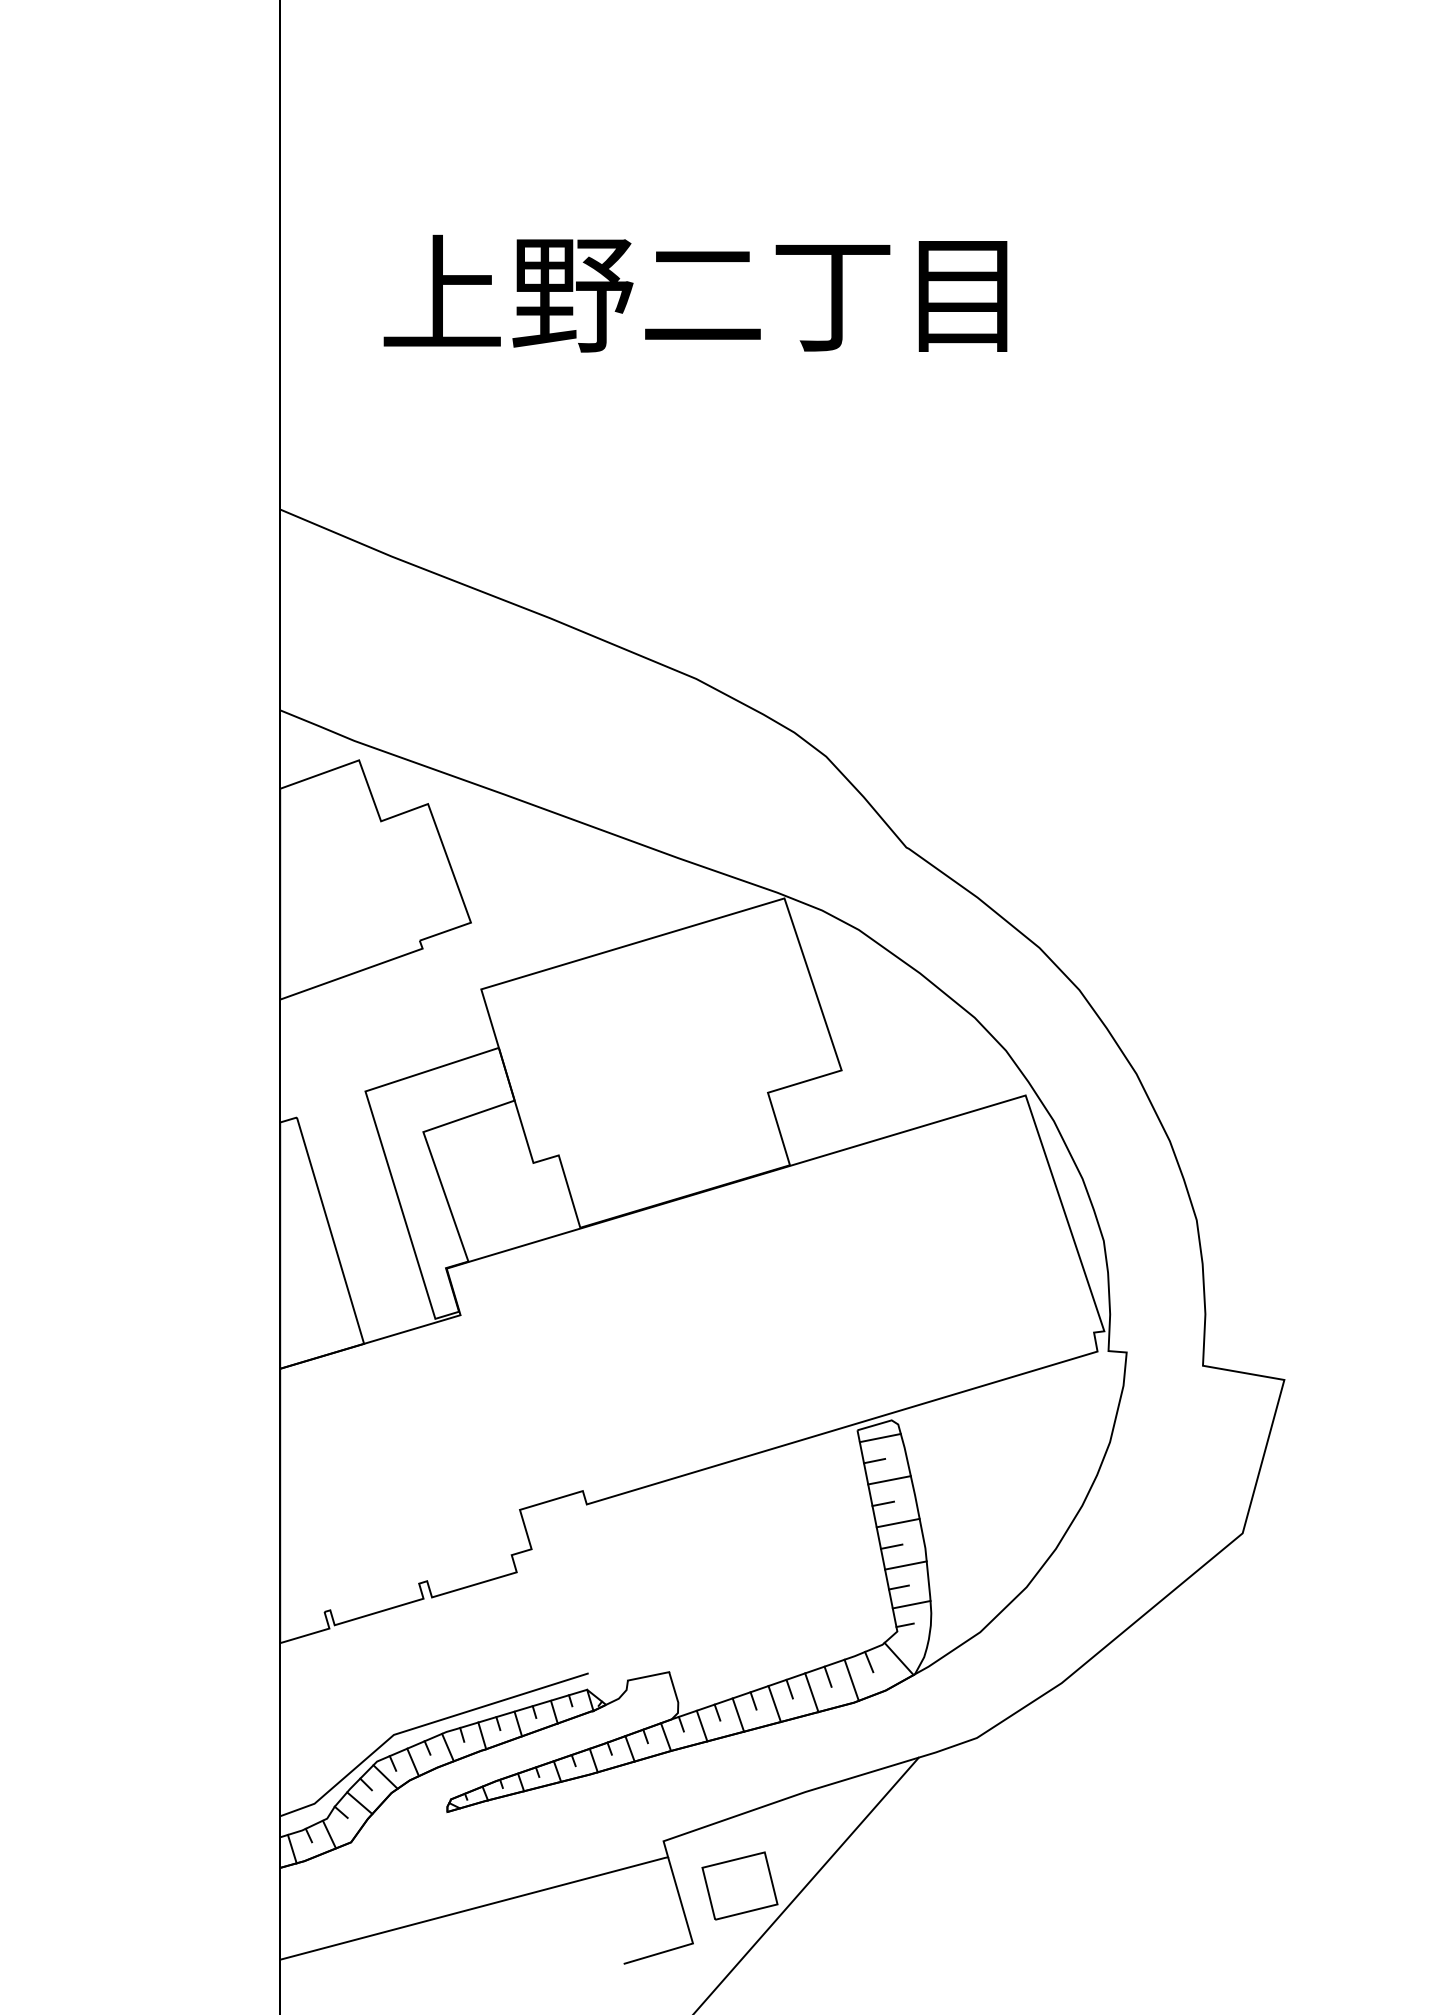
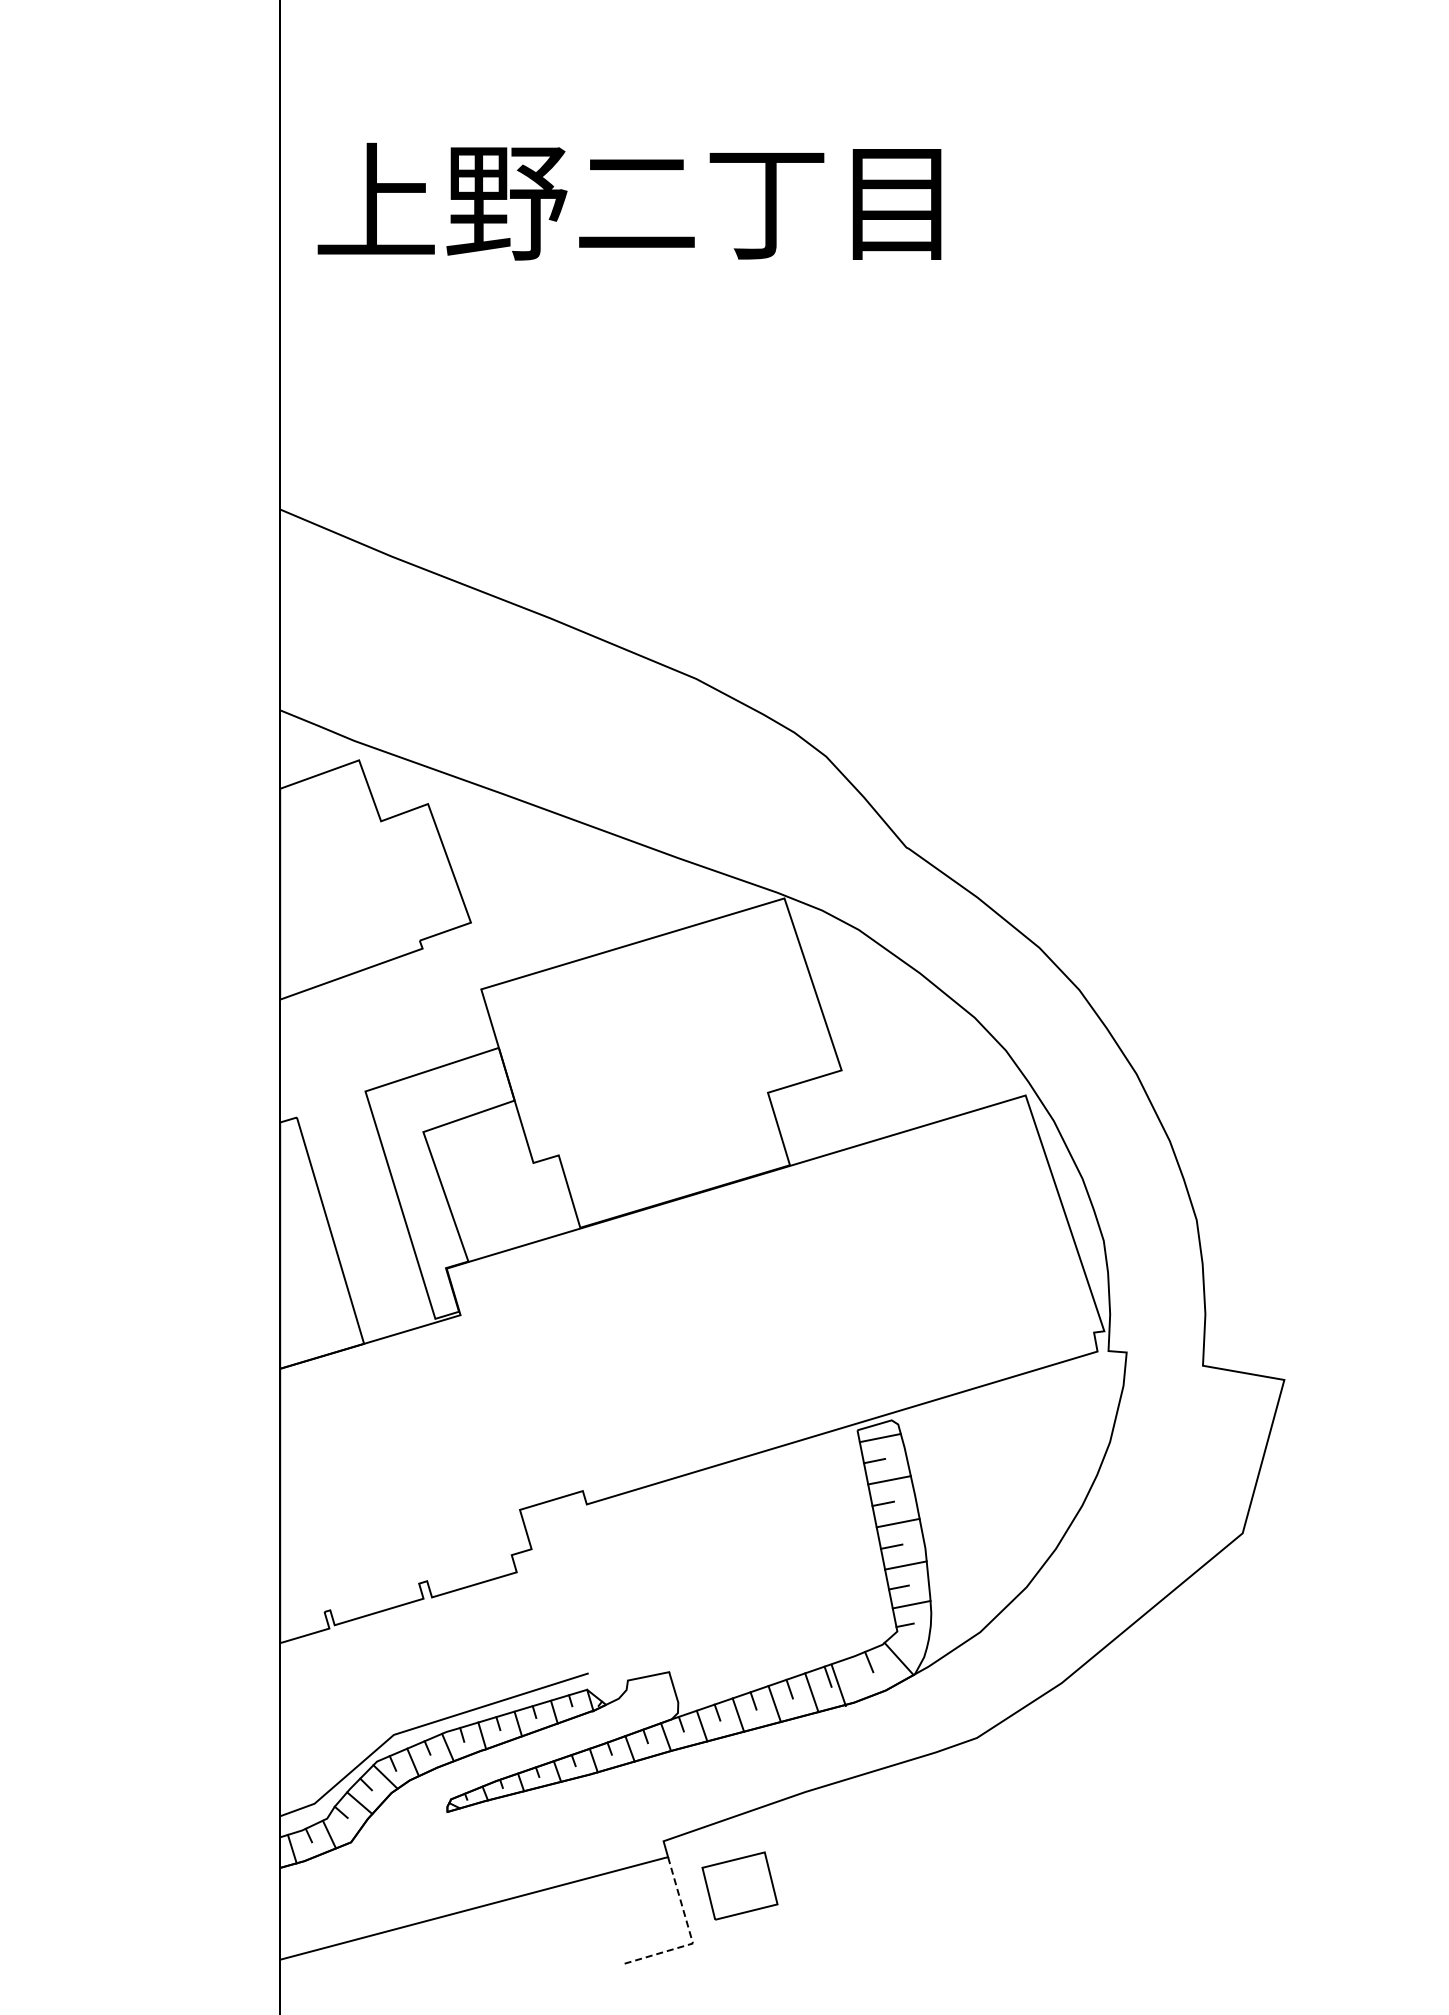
text at (695, 293) position: (695, 293) -> (629, 201)
line at (851, 1679) position: (851, 1679) -> (838, 1684)
line at (806, 1884): present -> none
line at (690, 1935): solid -> dashed
